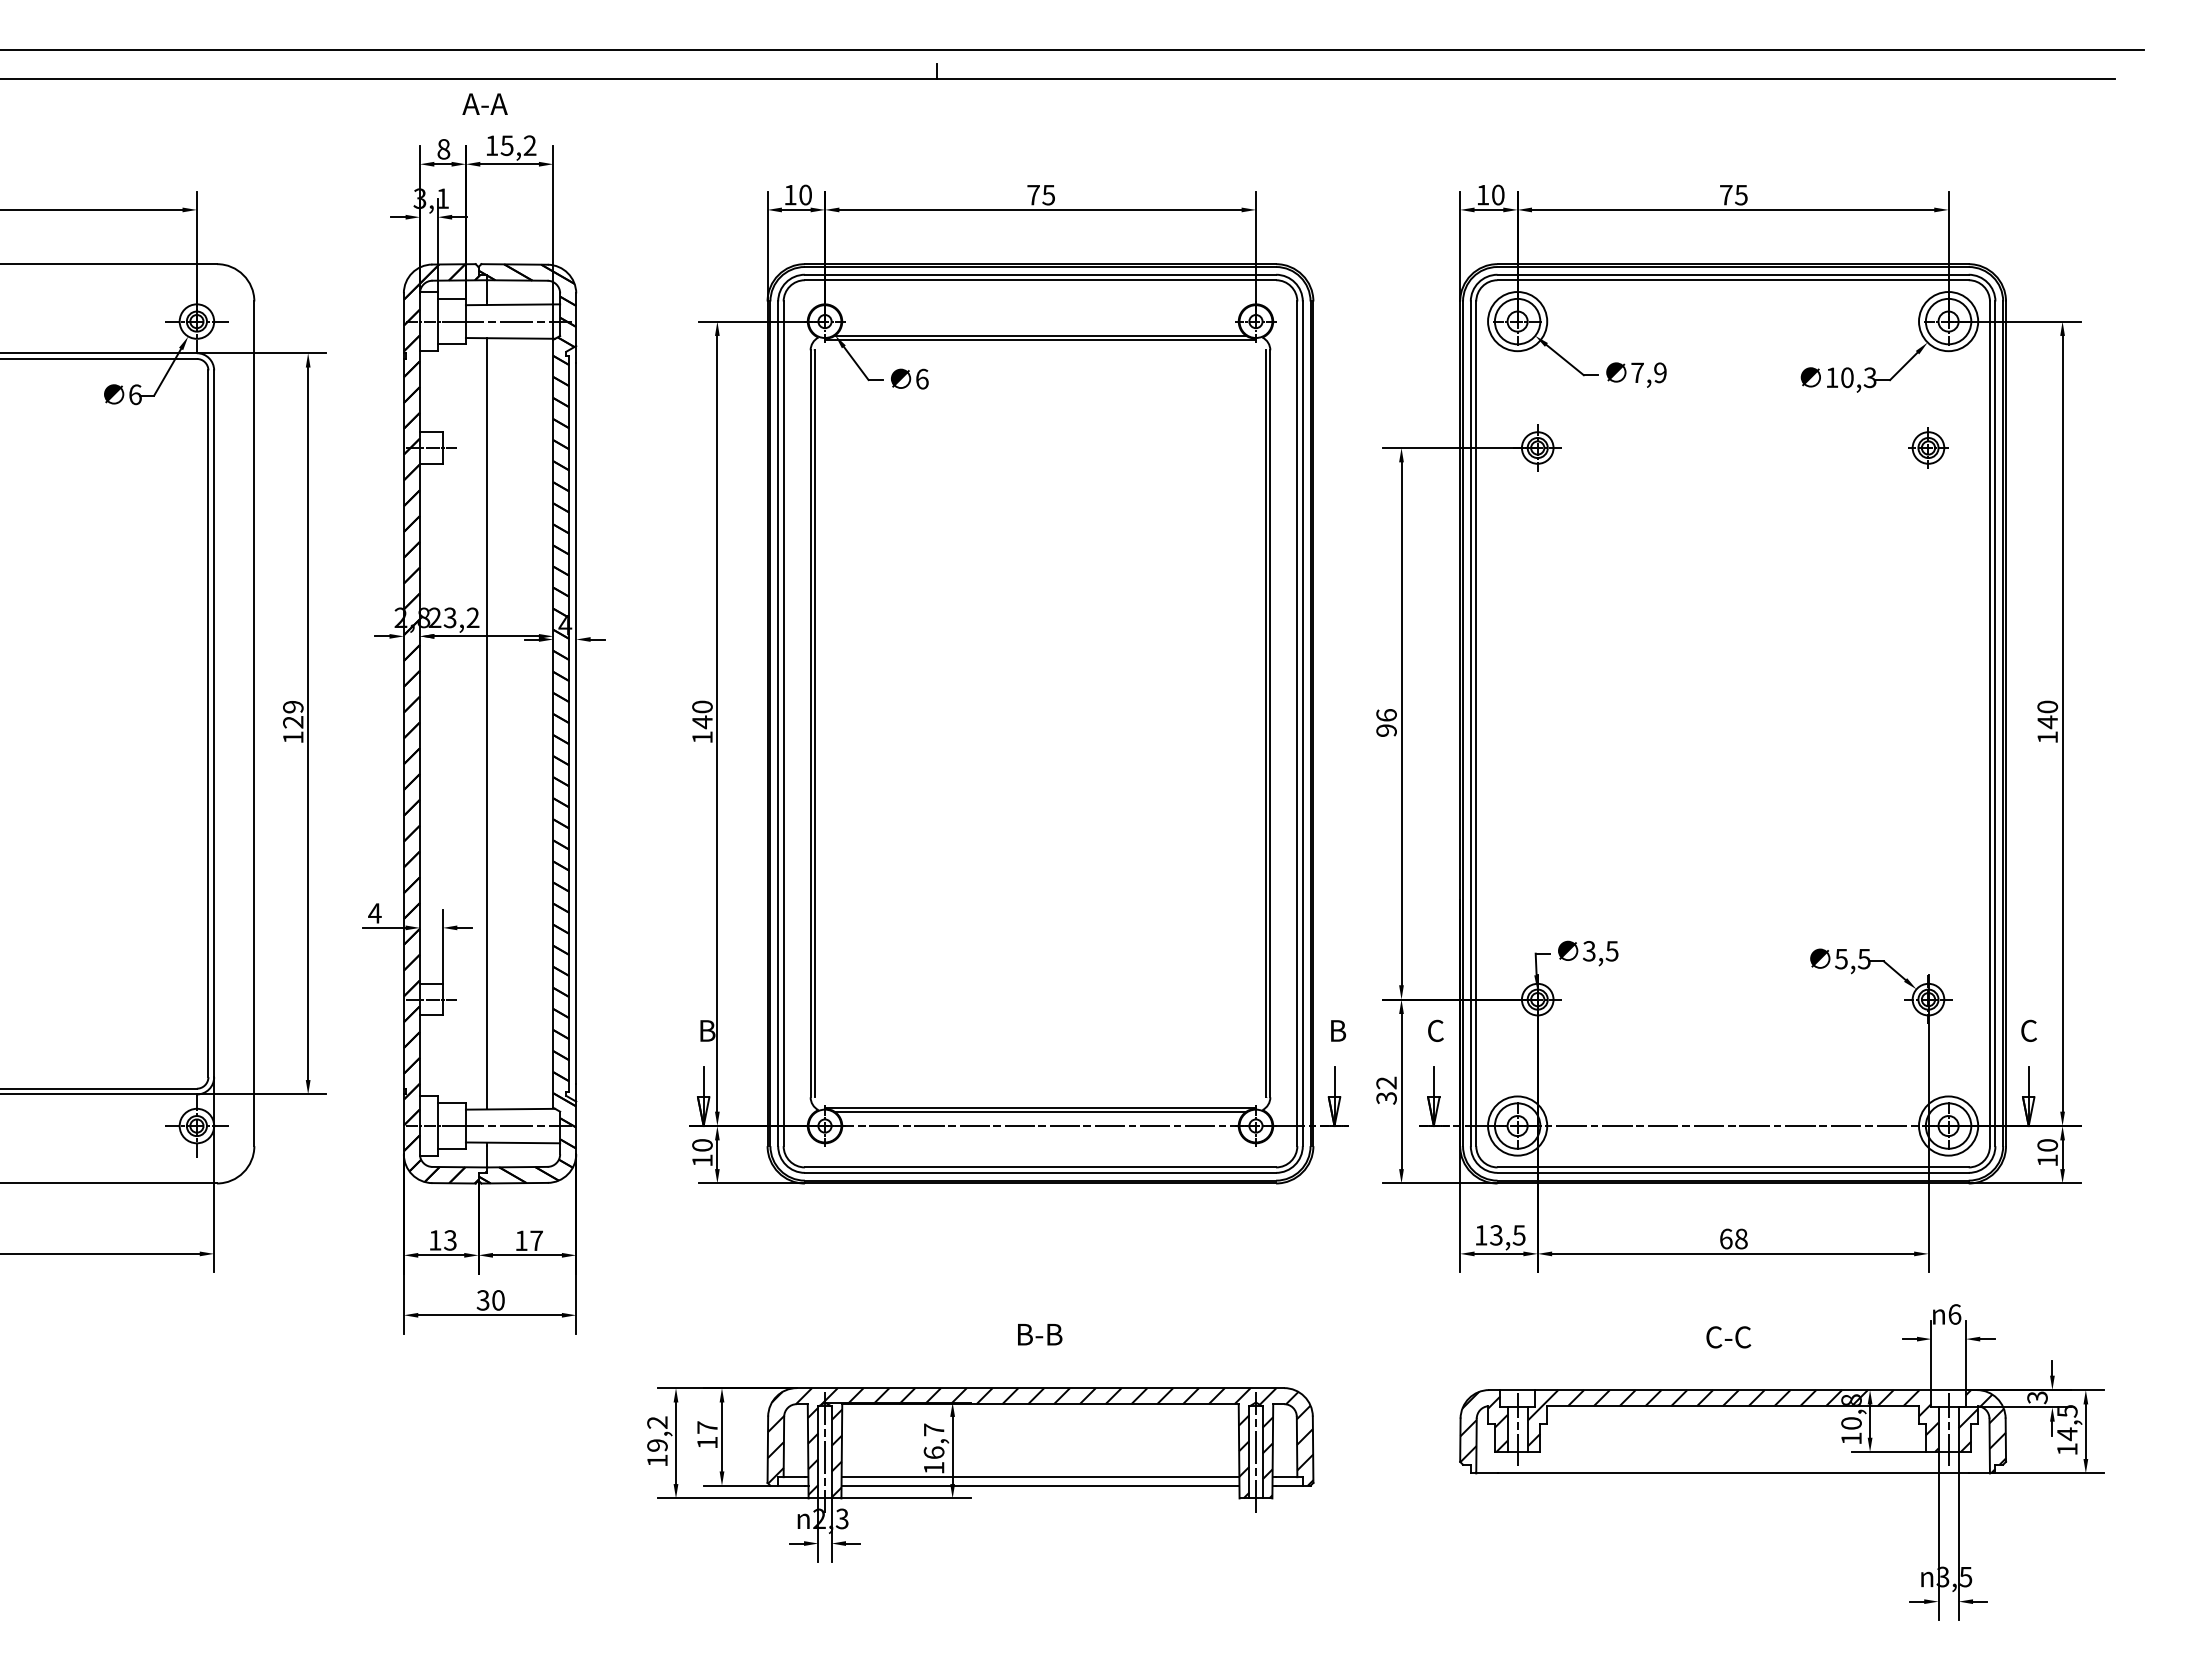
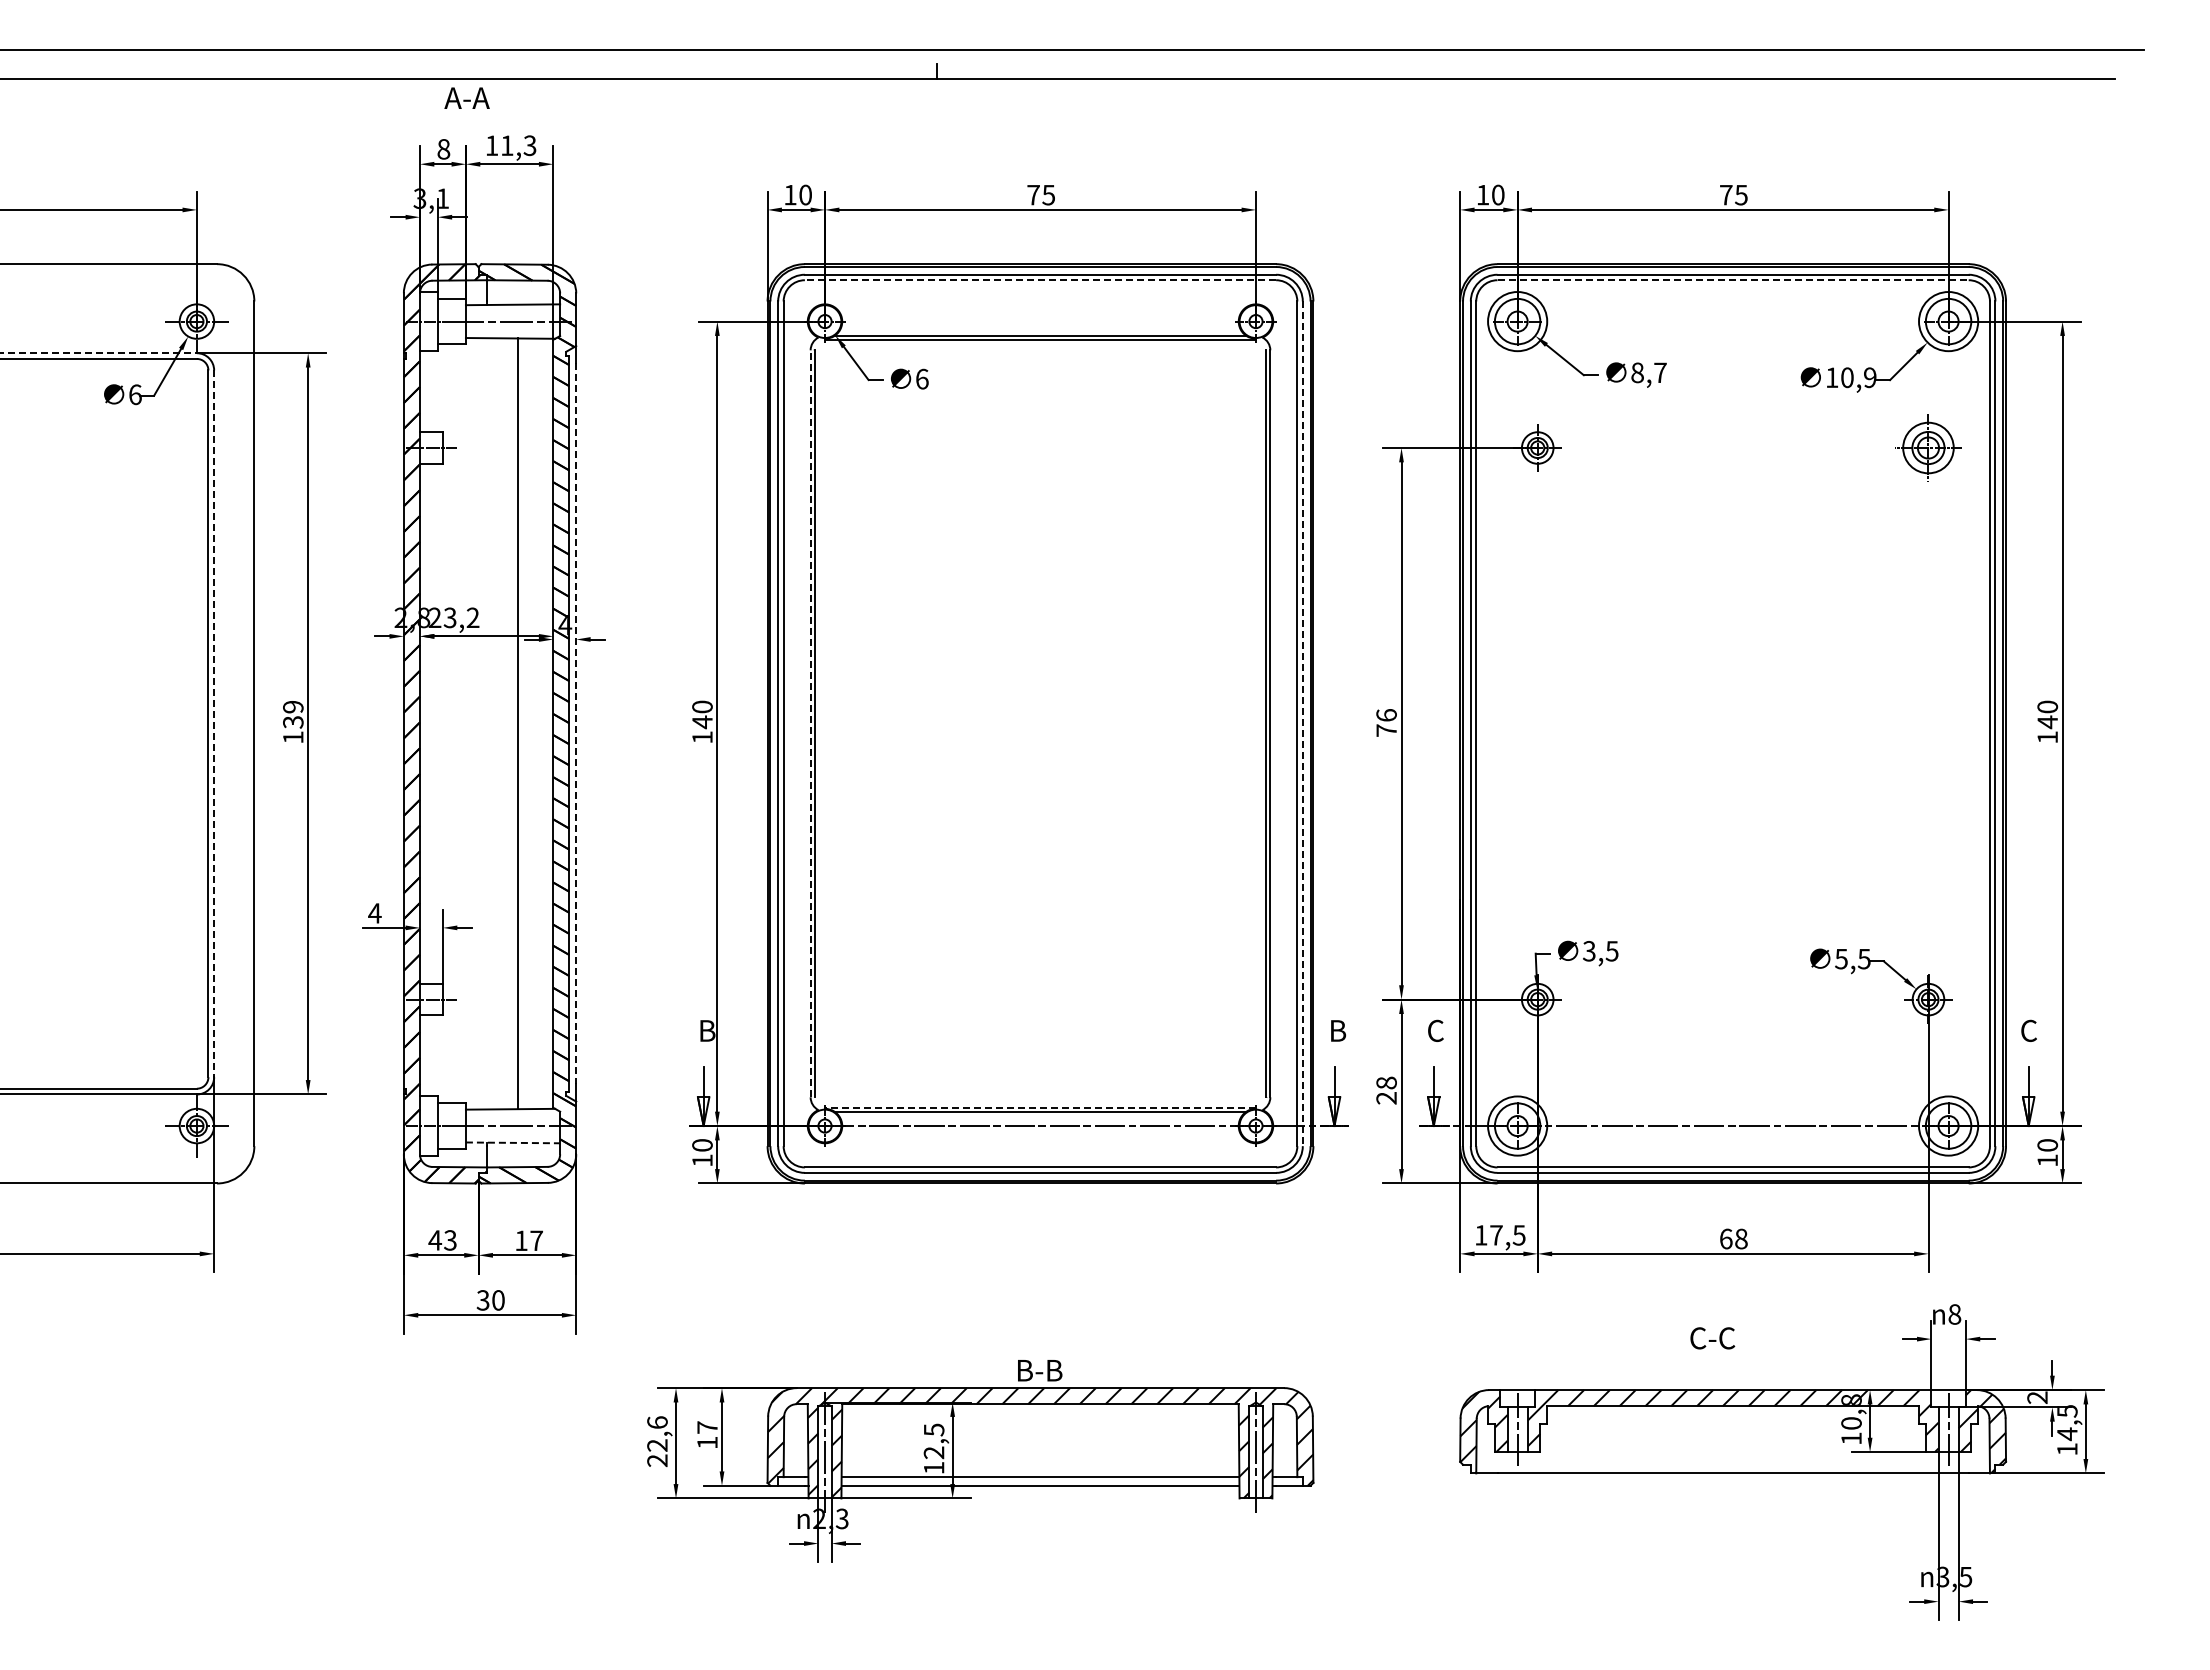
text at (484, 103) position: (484, 103) -> (466, 97)
text at (518, 145): 15,2 -> 11,3
line at (1040, 280): solid -> dashed
line at (1733, 280): solid -> dashed
line at (98, 353): solid -> dashed
text at (1648, 372): 7,9 -> 8,7
text at (1869, 377): 10,3 -> 10,9
part at (1928, 447) size: 41x42 px -> 67x68 px
text at (293, 722): 129 -> 139
line at (487, 723) position: (487, 723) -> (518, 723)
line at (576, 723): solid -> dashed
line at (810, 723): solid -> dashed
line at (214, 724): solid -> dashed
line at (1302, 724): solid -> dashed
text at (1386, 730): 96 -> 76
text at (1386, 1090): 32 -> 28
line at (1040, 1107): solid -> dashed
line at (513, 1142): solid -> dashed
text at (1496, 1235): 13,5 -> 17,5
text at (435, 1240): 13 -> 43
text at (1954, 1314): 6 -> 8
text at (1040, 1334) position: (1040, 1334) -> (1040, 1370)
text at (1728, 1337) position: (1728, 1337) -> (1712, 1338)
text at (2037, 1397): 3 -> 2
text at (657, 1441): 19,2 -> 22,6
text at (933, 1441): 16,7 -> 12,5
